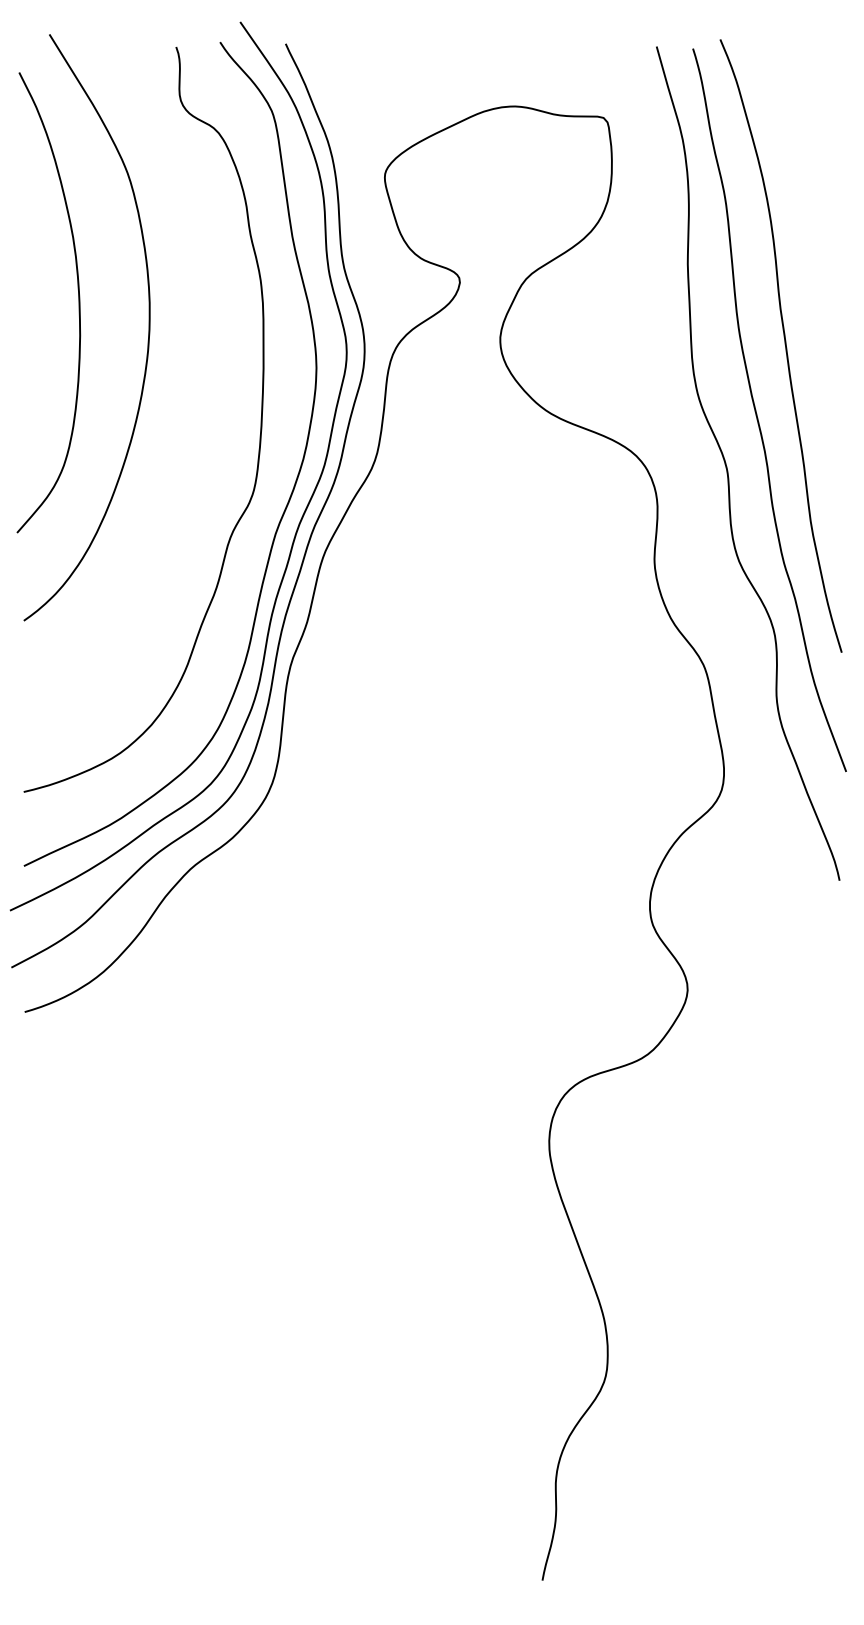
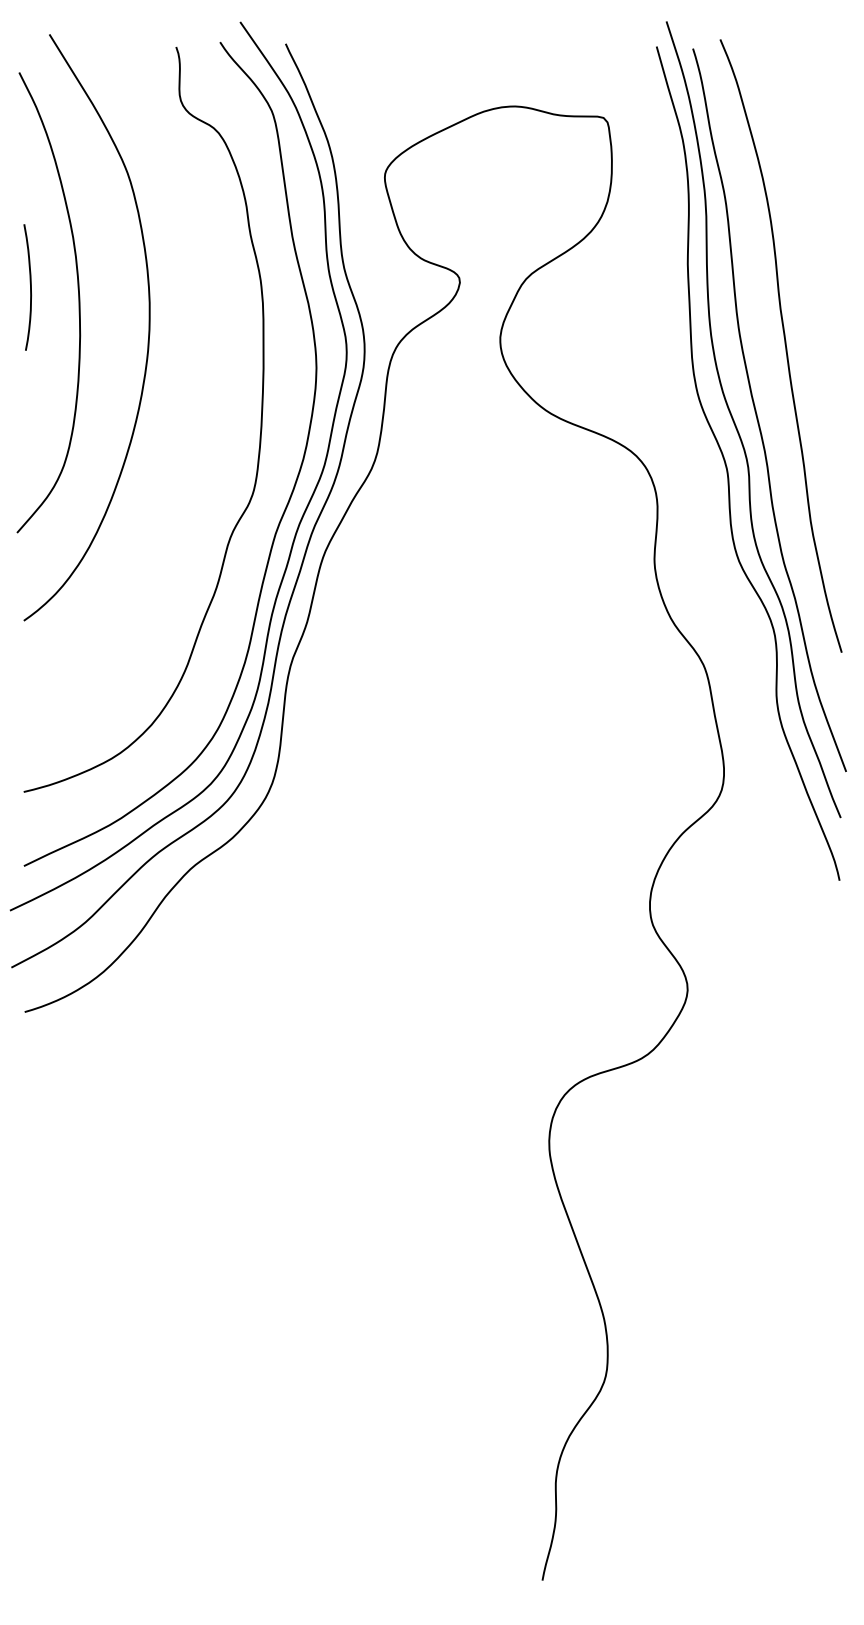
curve at (30, 287): none -> present
curve at (737, 427): none -> present
